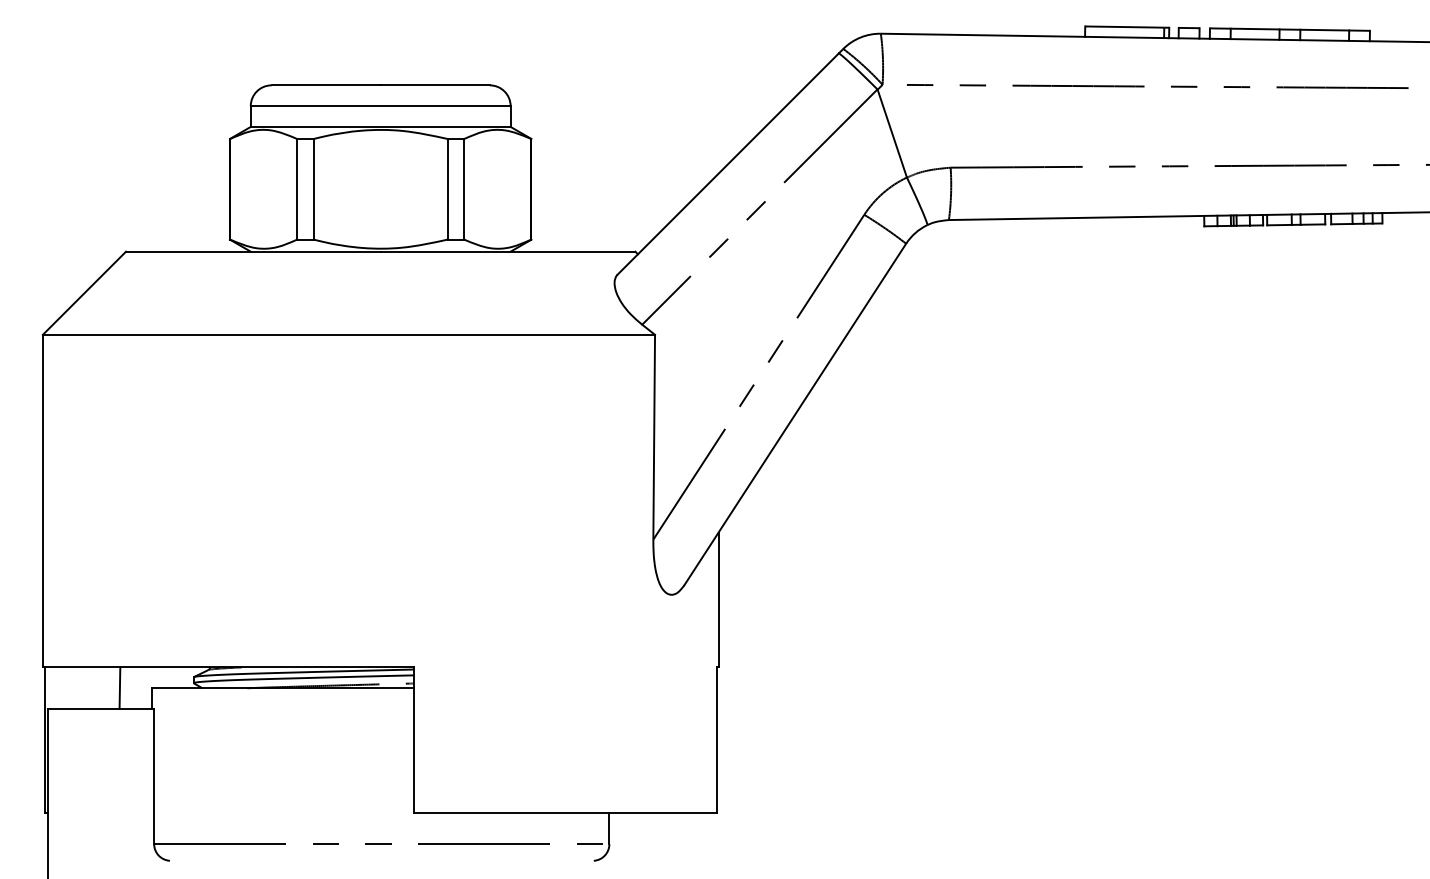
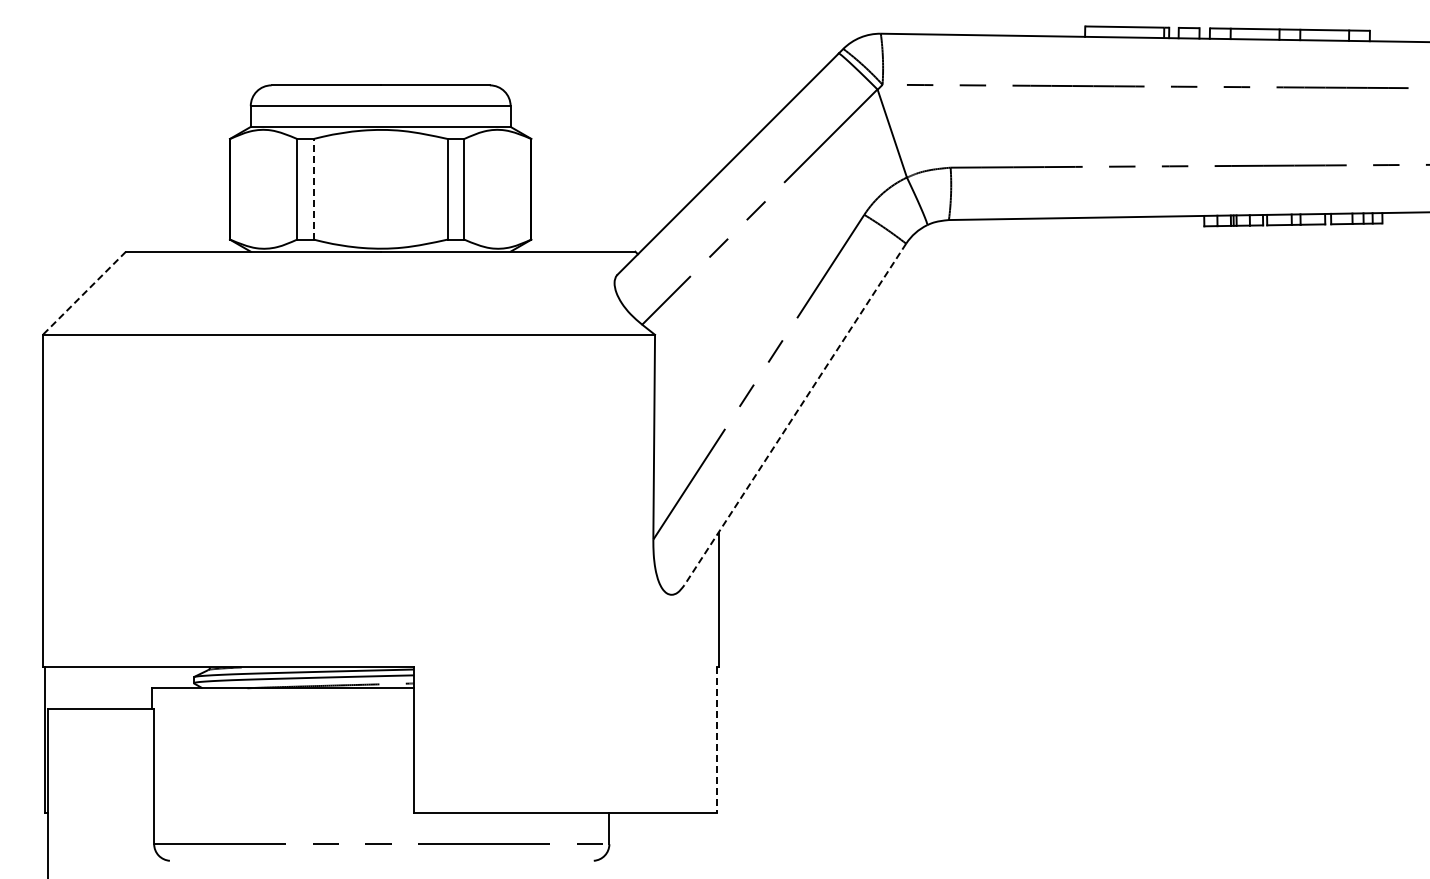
line at (313, 188): solid -> dashed
line at (84, 293): solid -> dashed
line at (795, 414): solid -> dashed
line at (119, 688): present -> none
line at (716, 740): solid -> dashed
